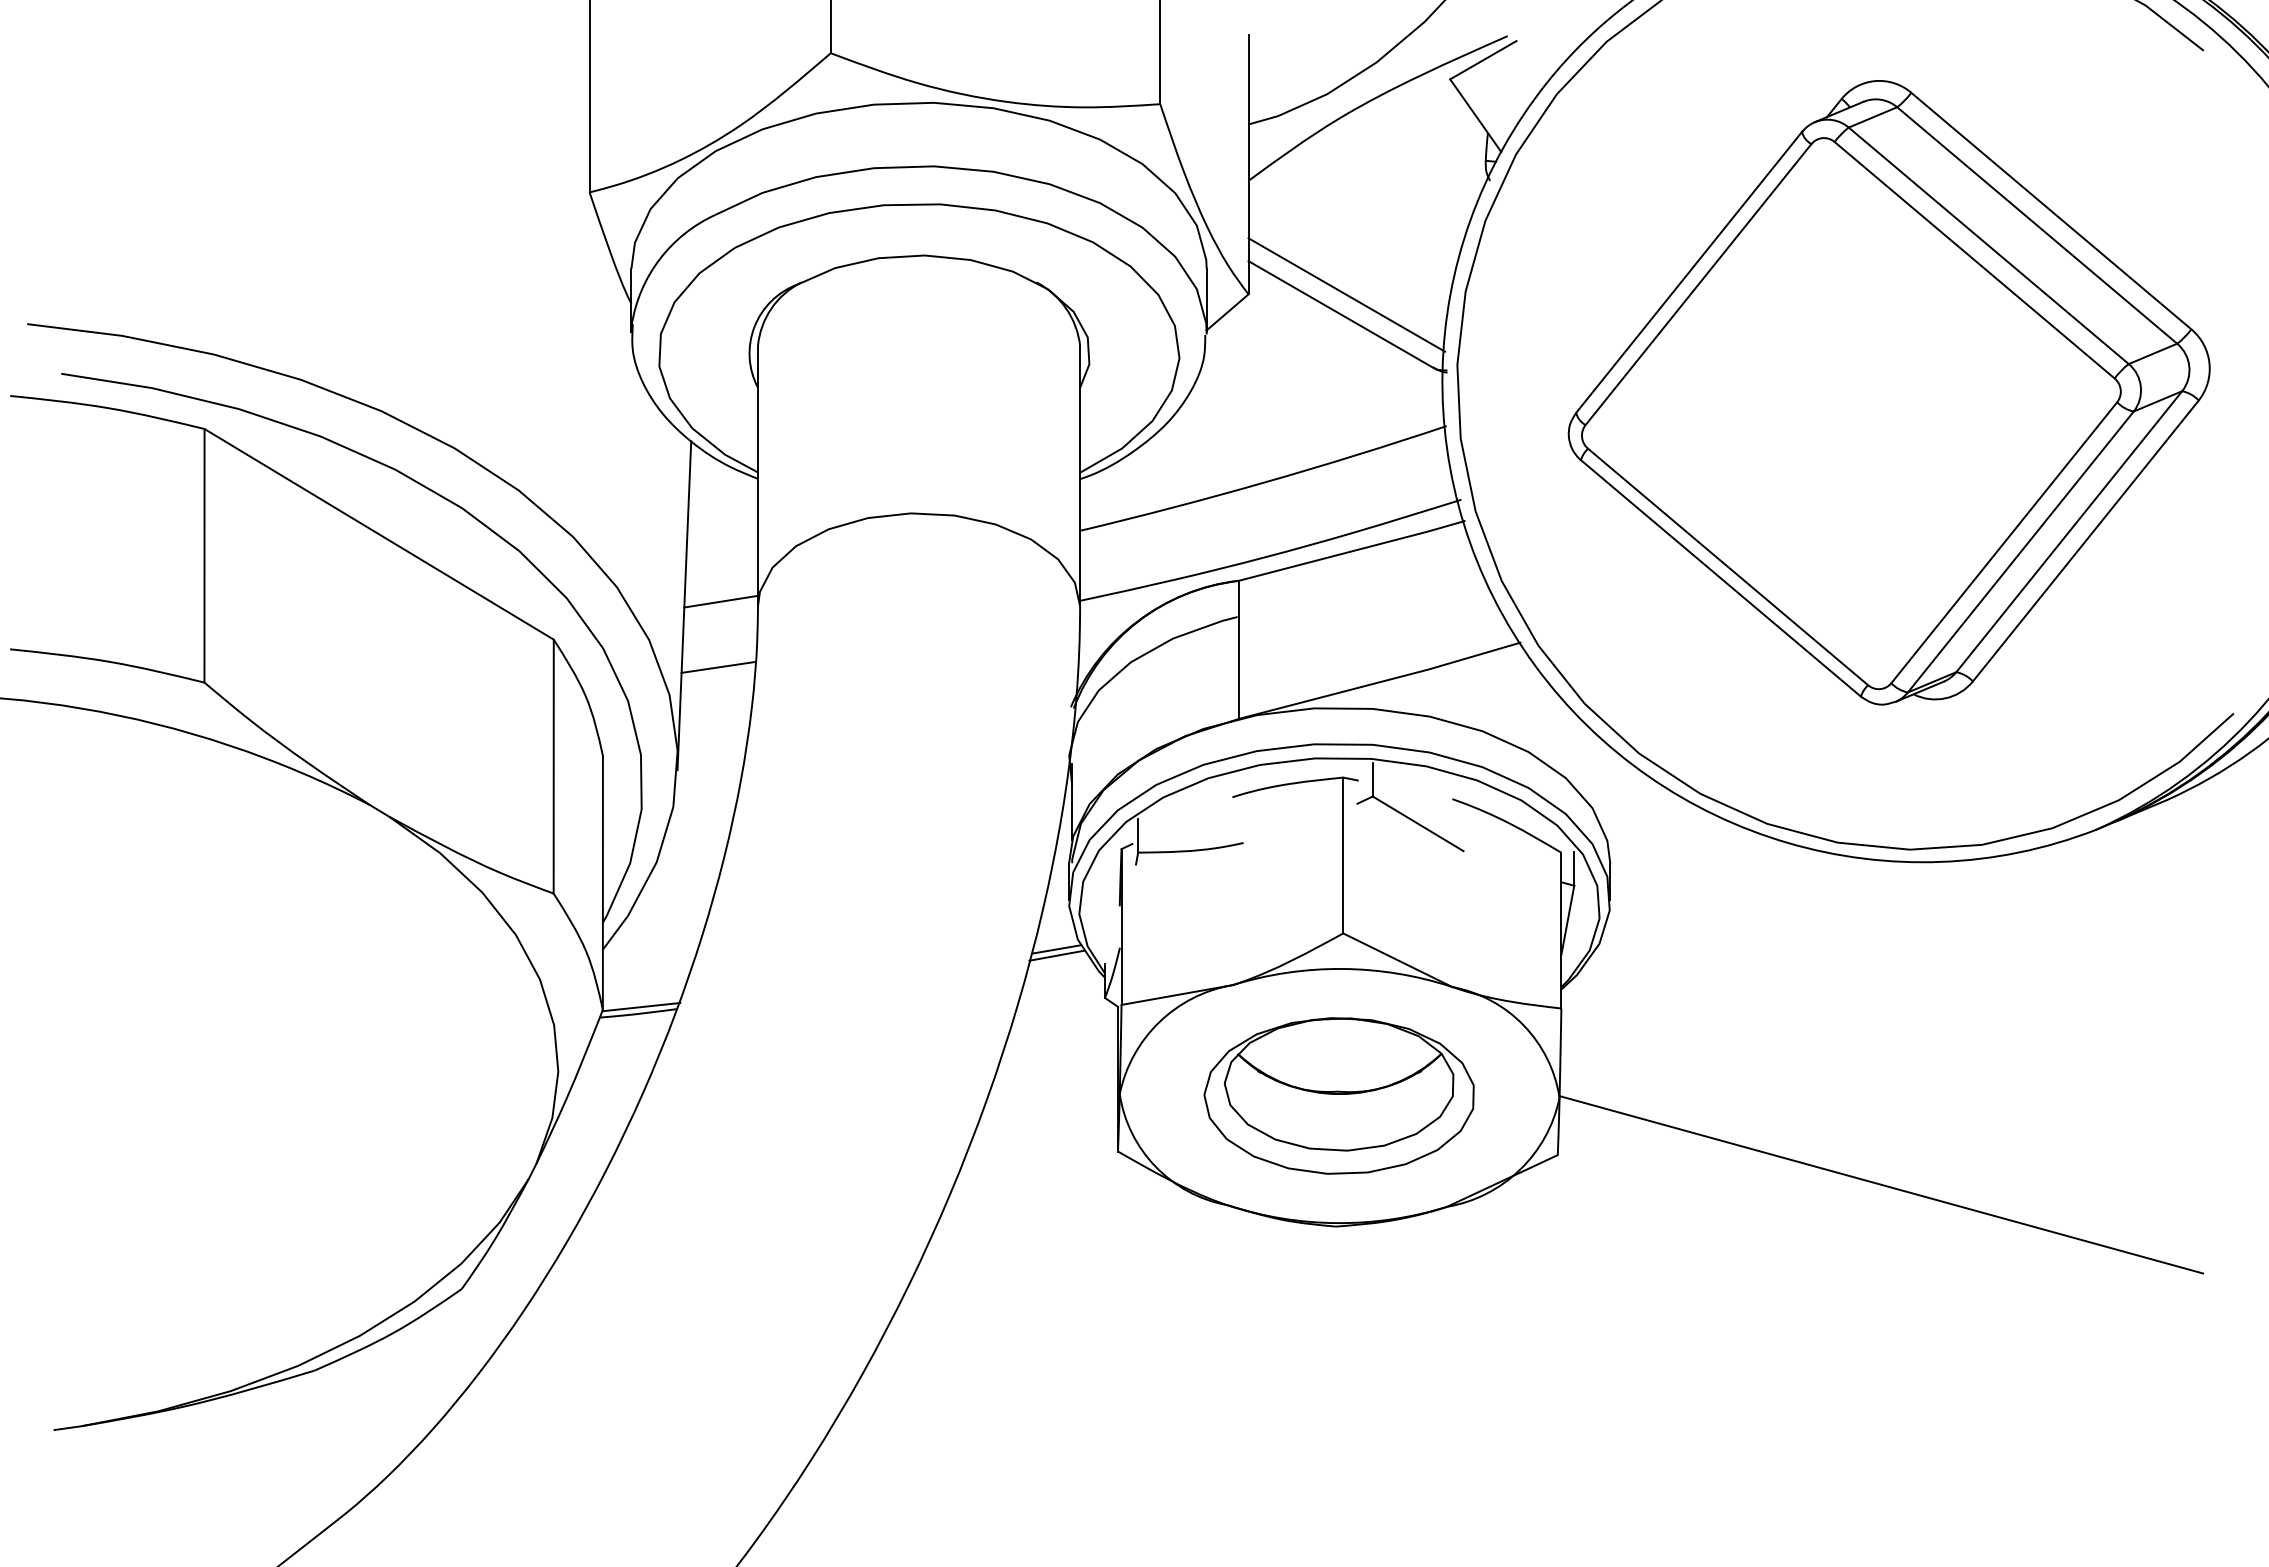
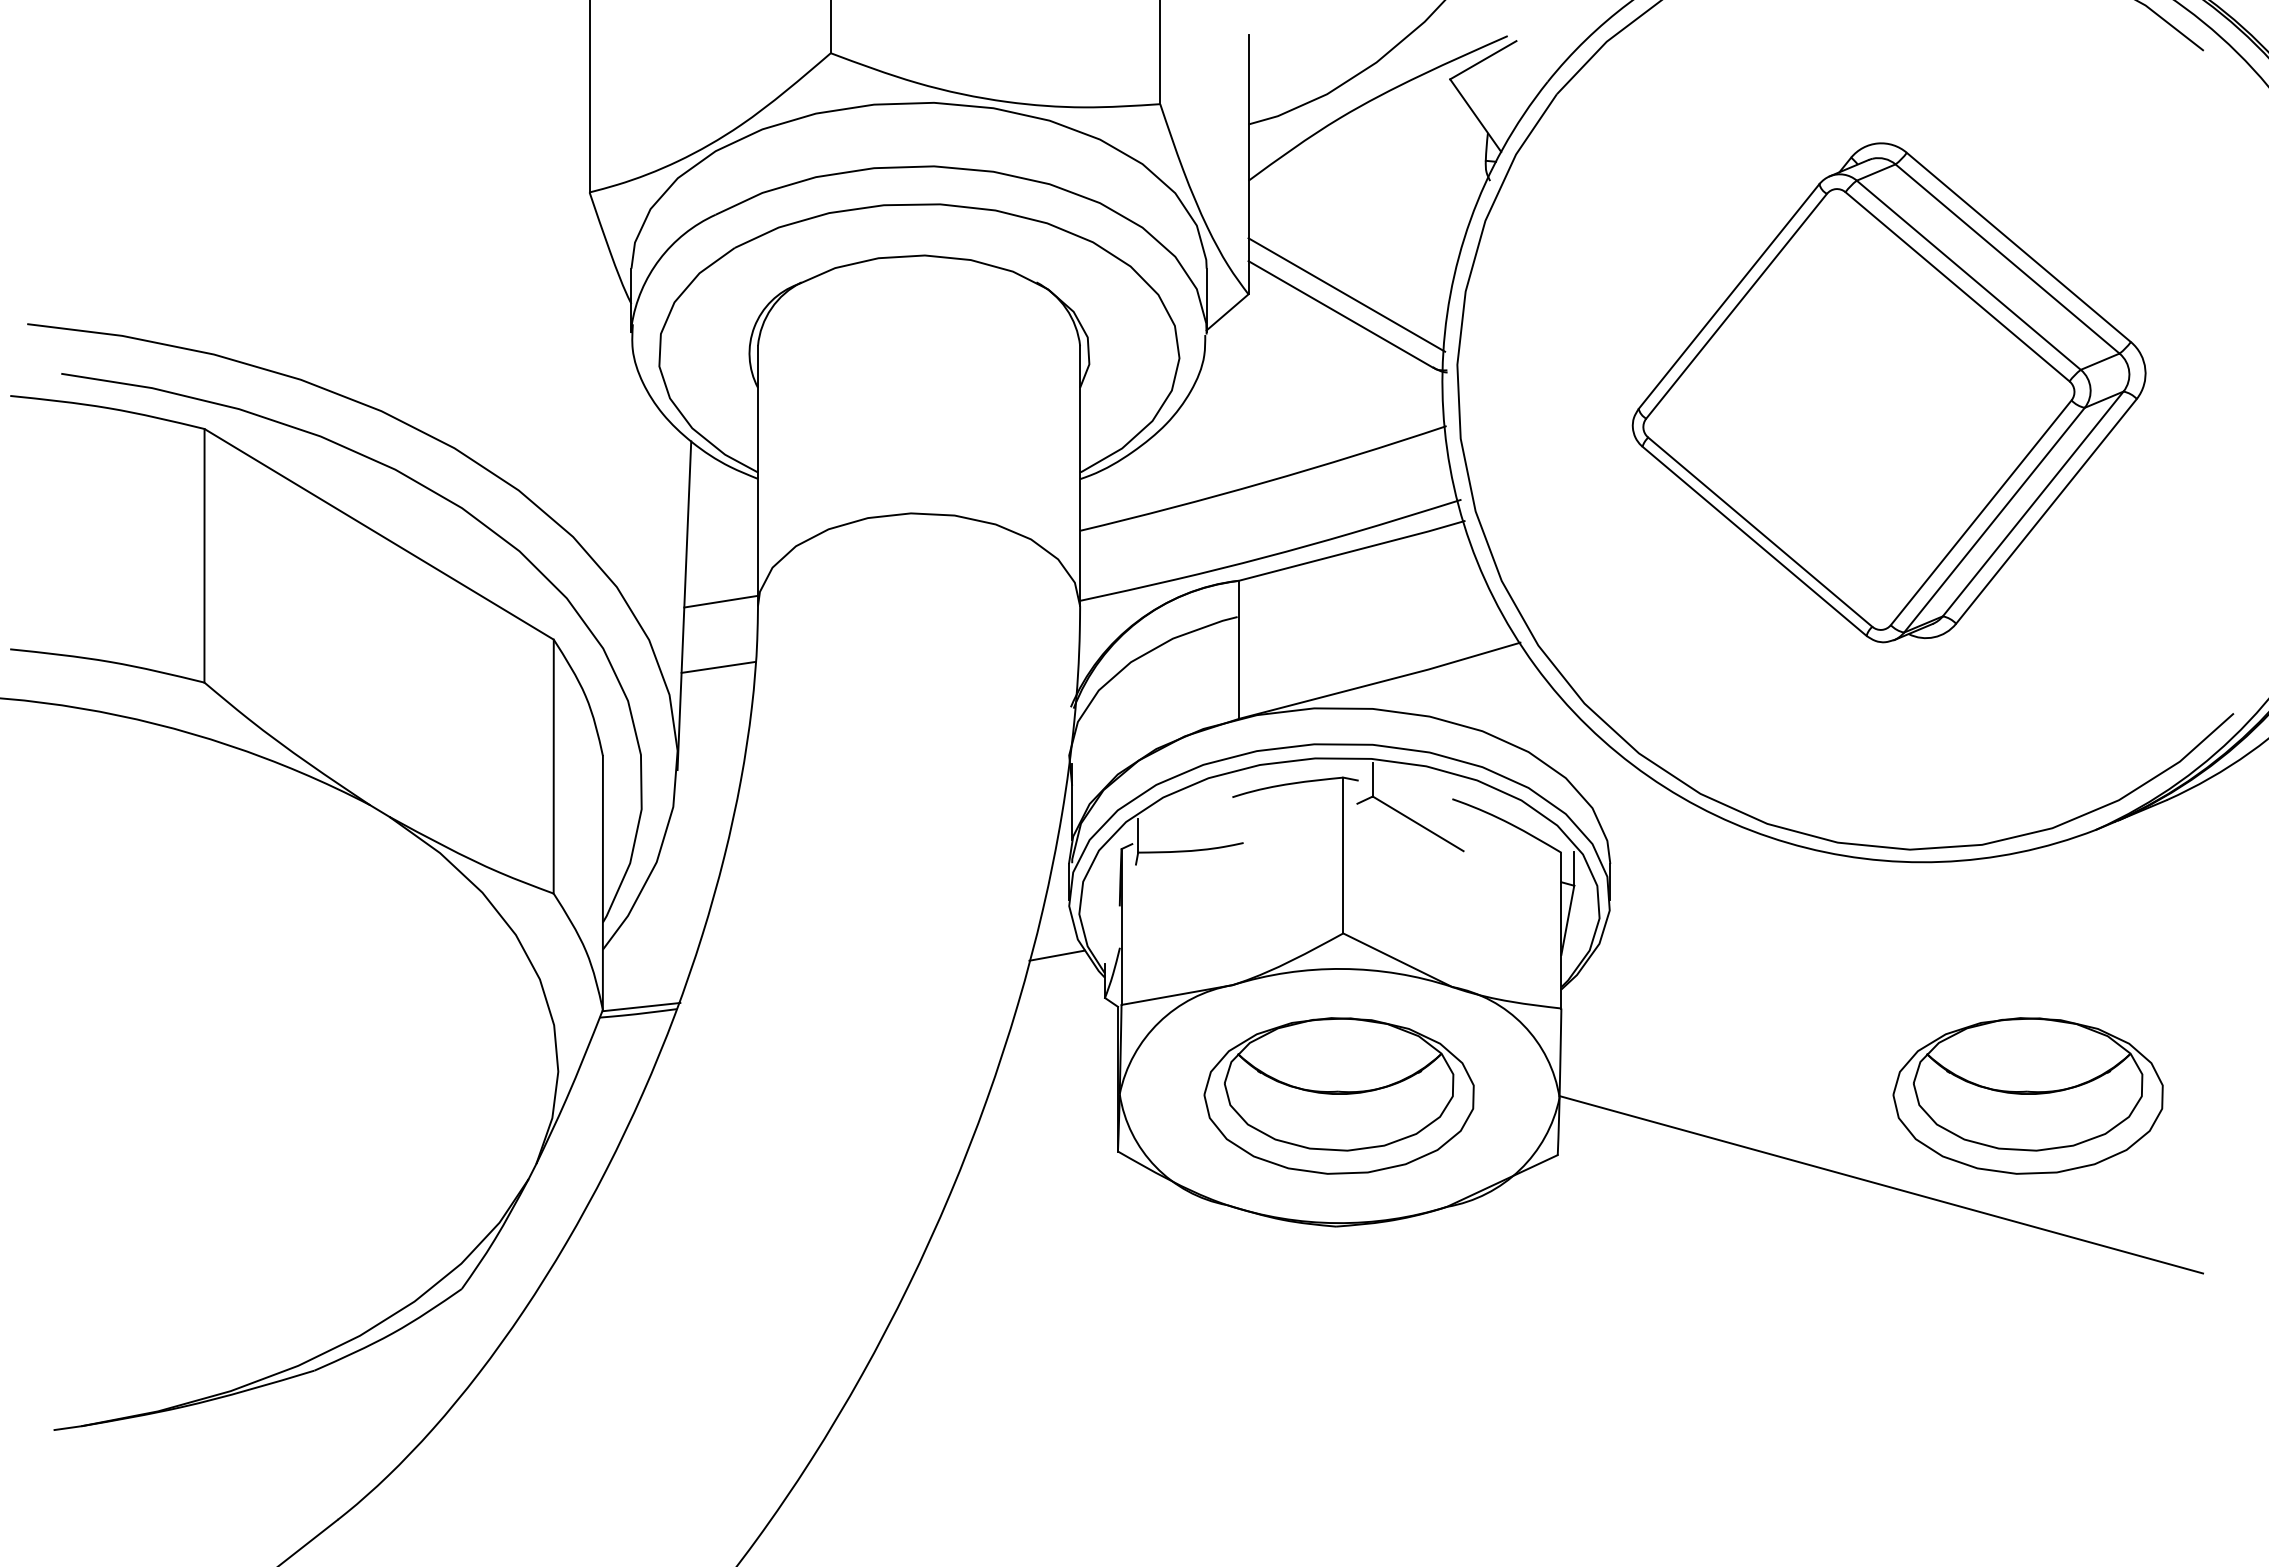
part at (1888, 392) size: 644x626 px -> 516x502 px
line at (1056, 949): present -> none
part at (2027, 1095): none -> present
